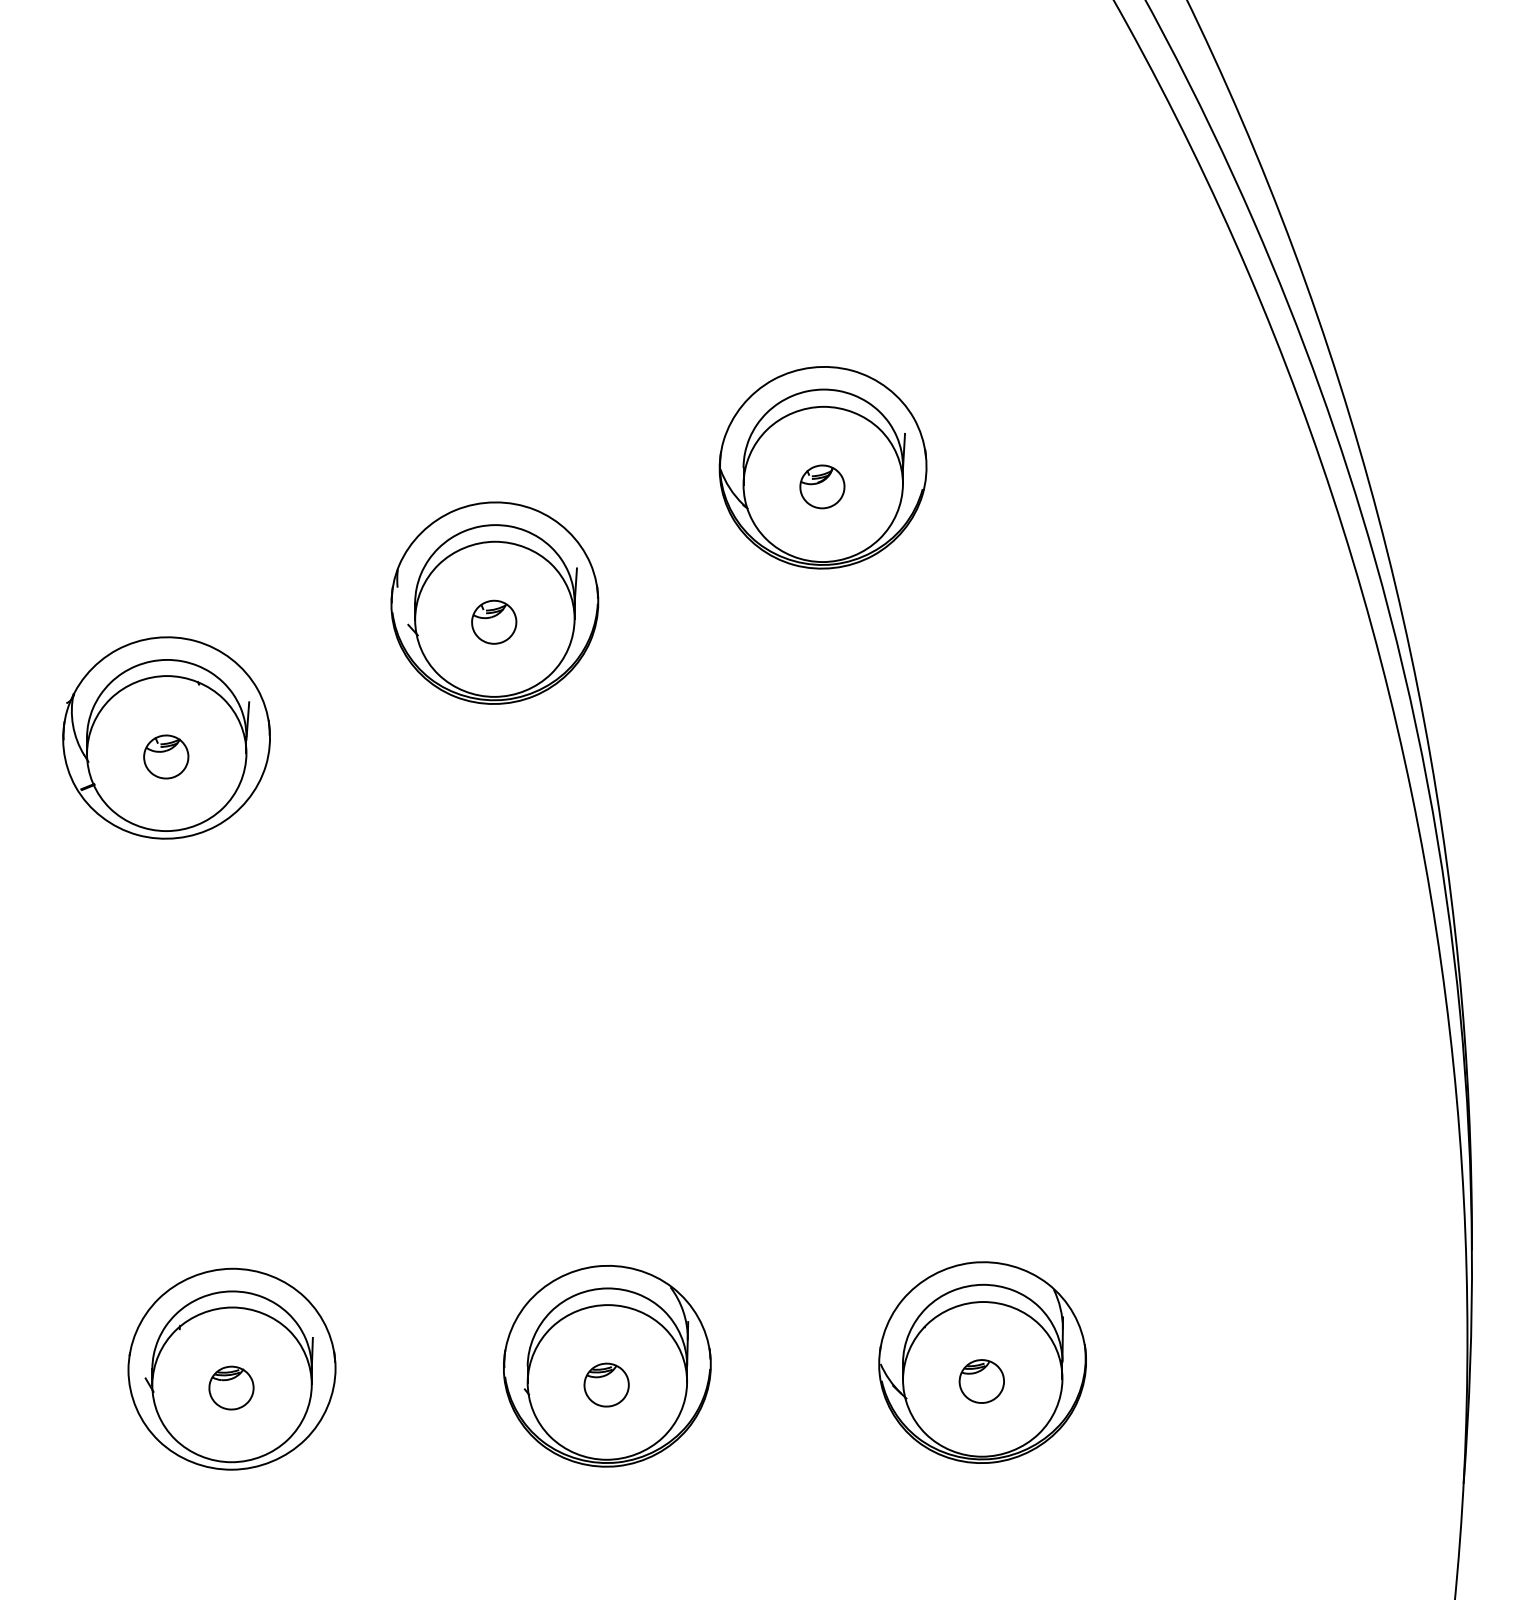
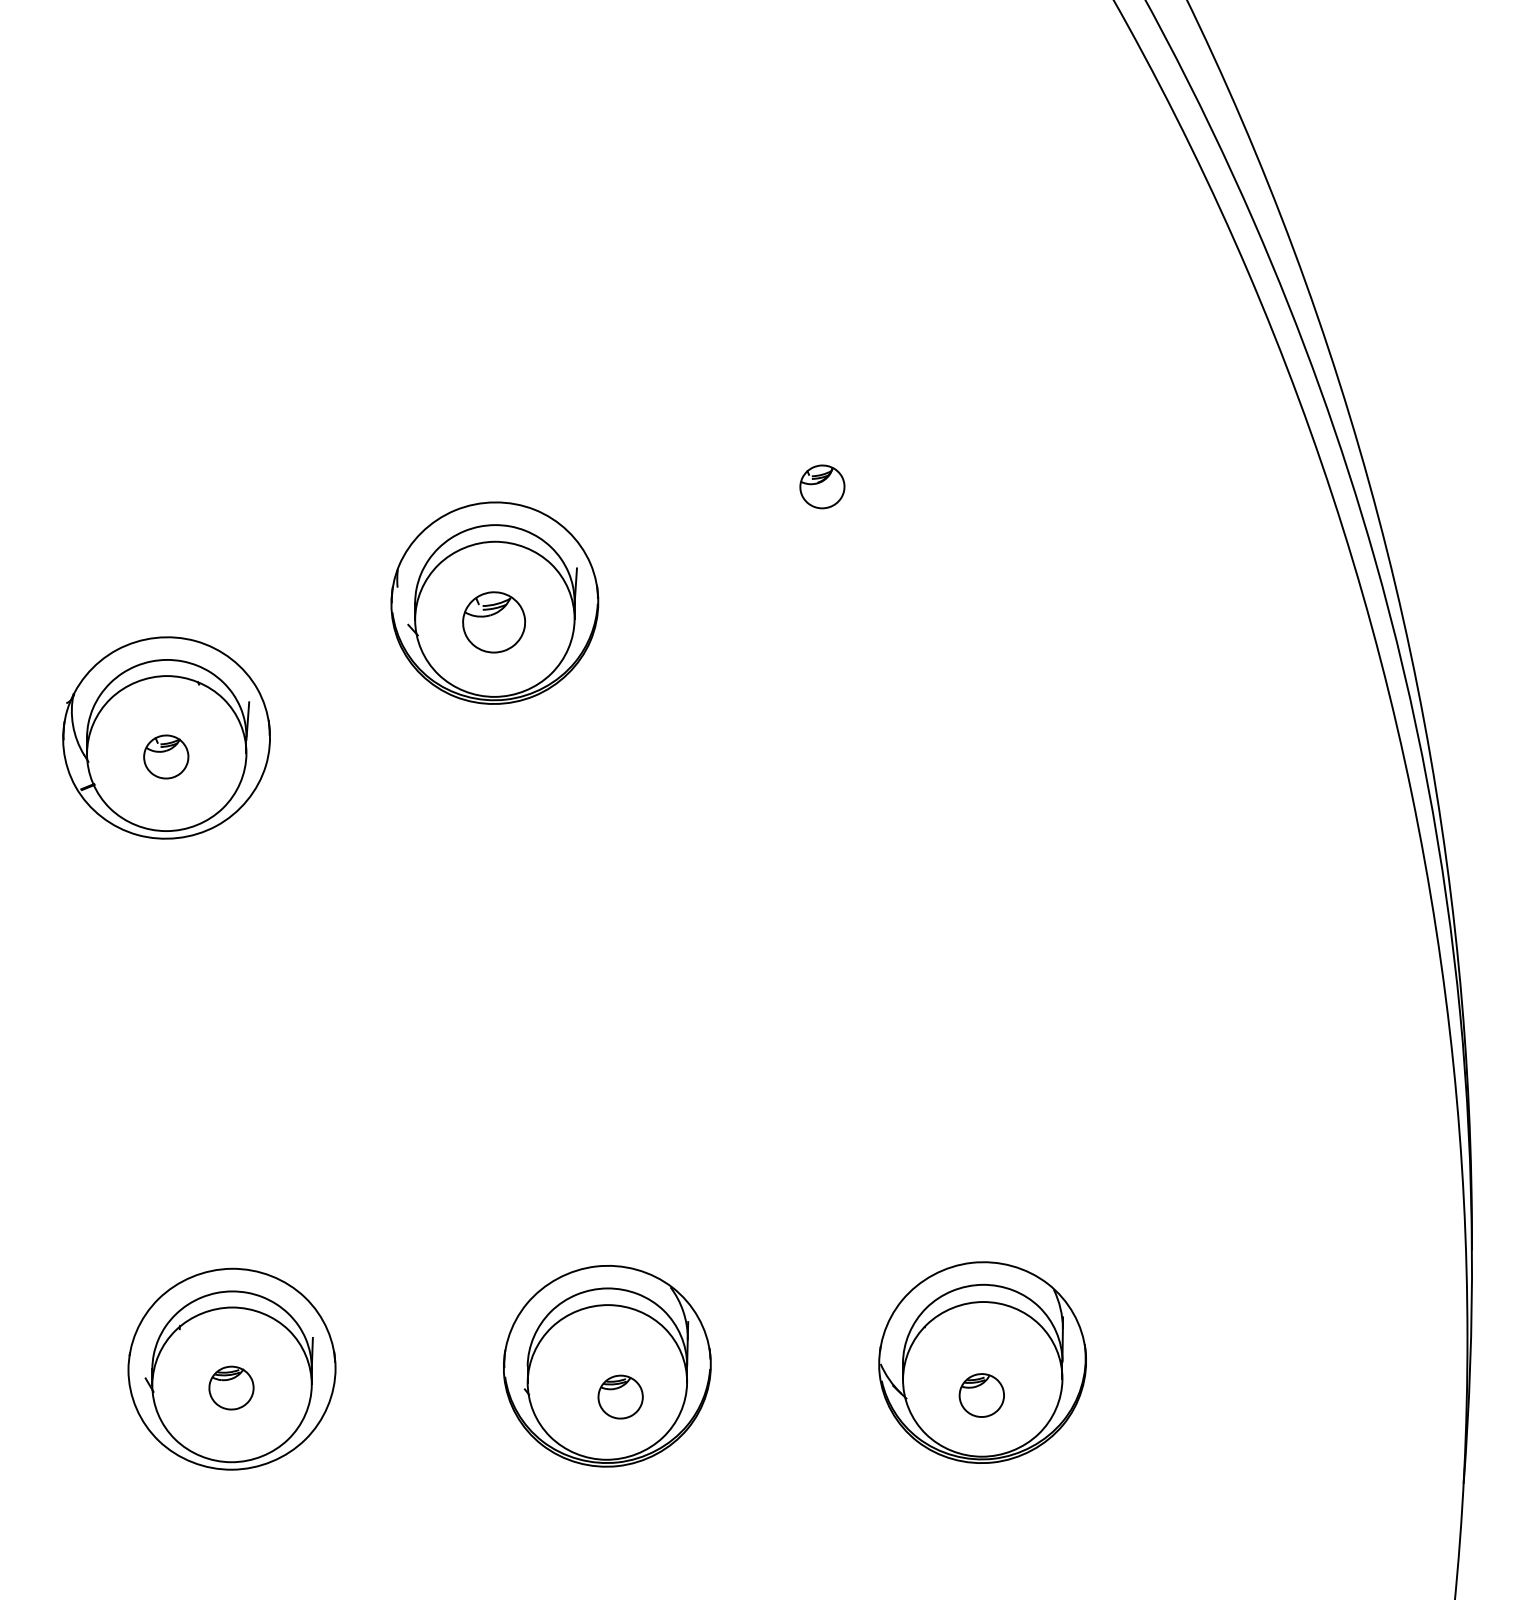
part at (822, 467): present -> none
part at (494, 621) size: 47x46 px -> 65x63 px
part at (981, 1381) position: (981, 1381) -> (981, 1395)
part at (606, 1384) position: (606, 1384) -> (620, 1396)
